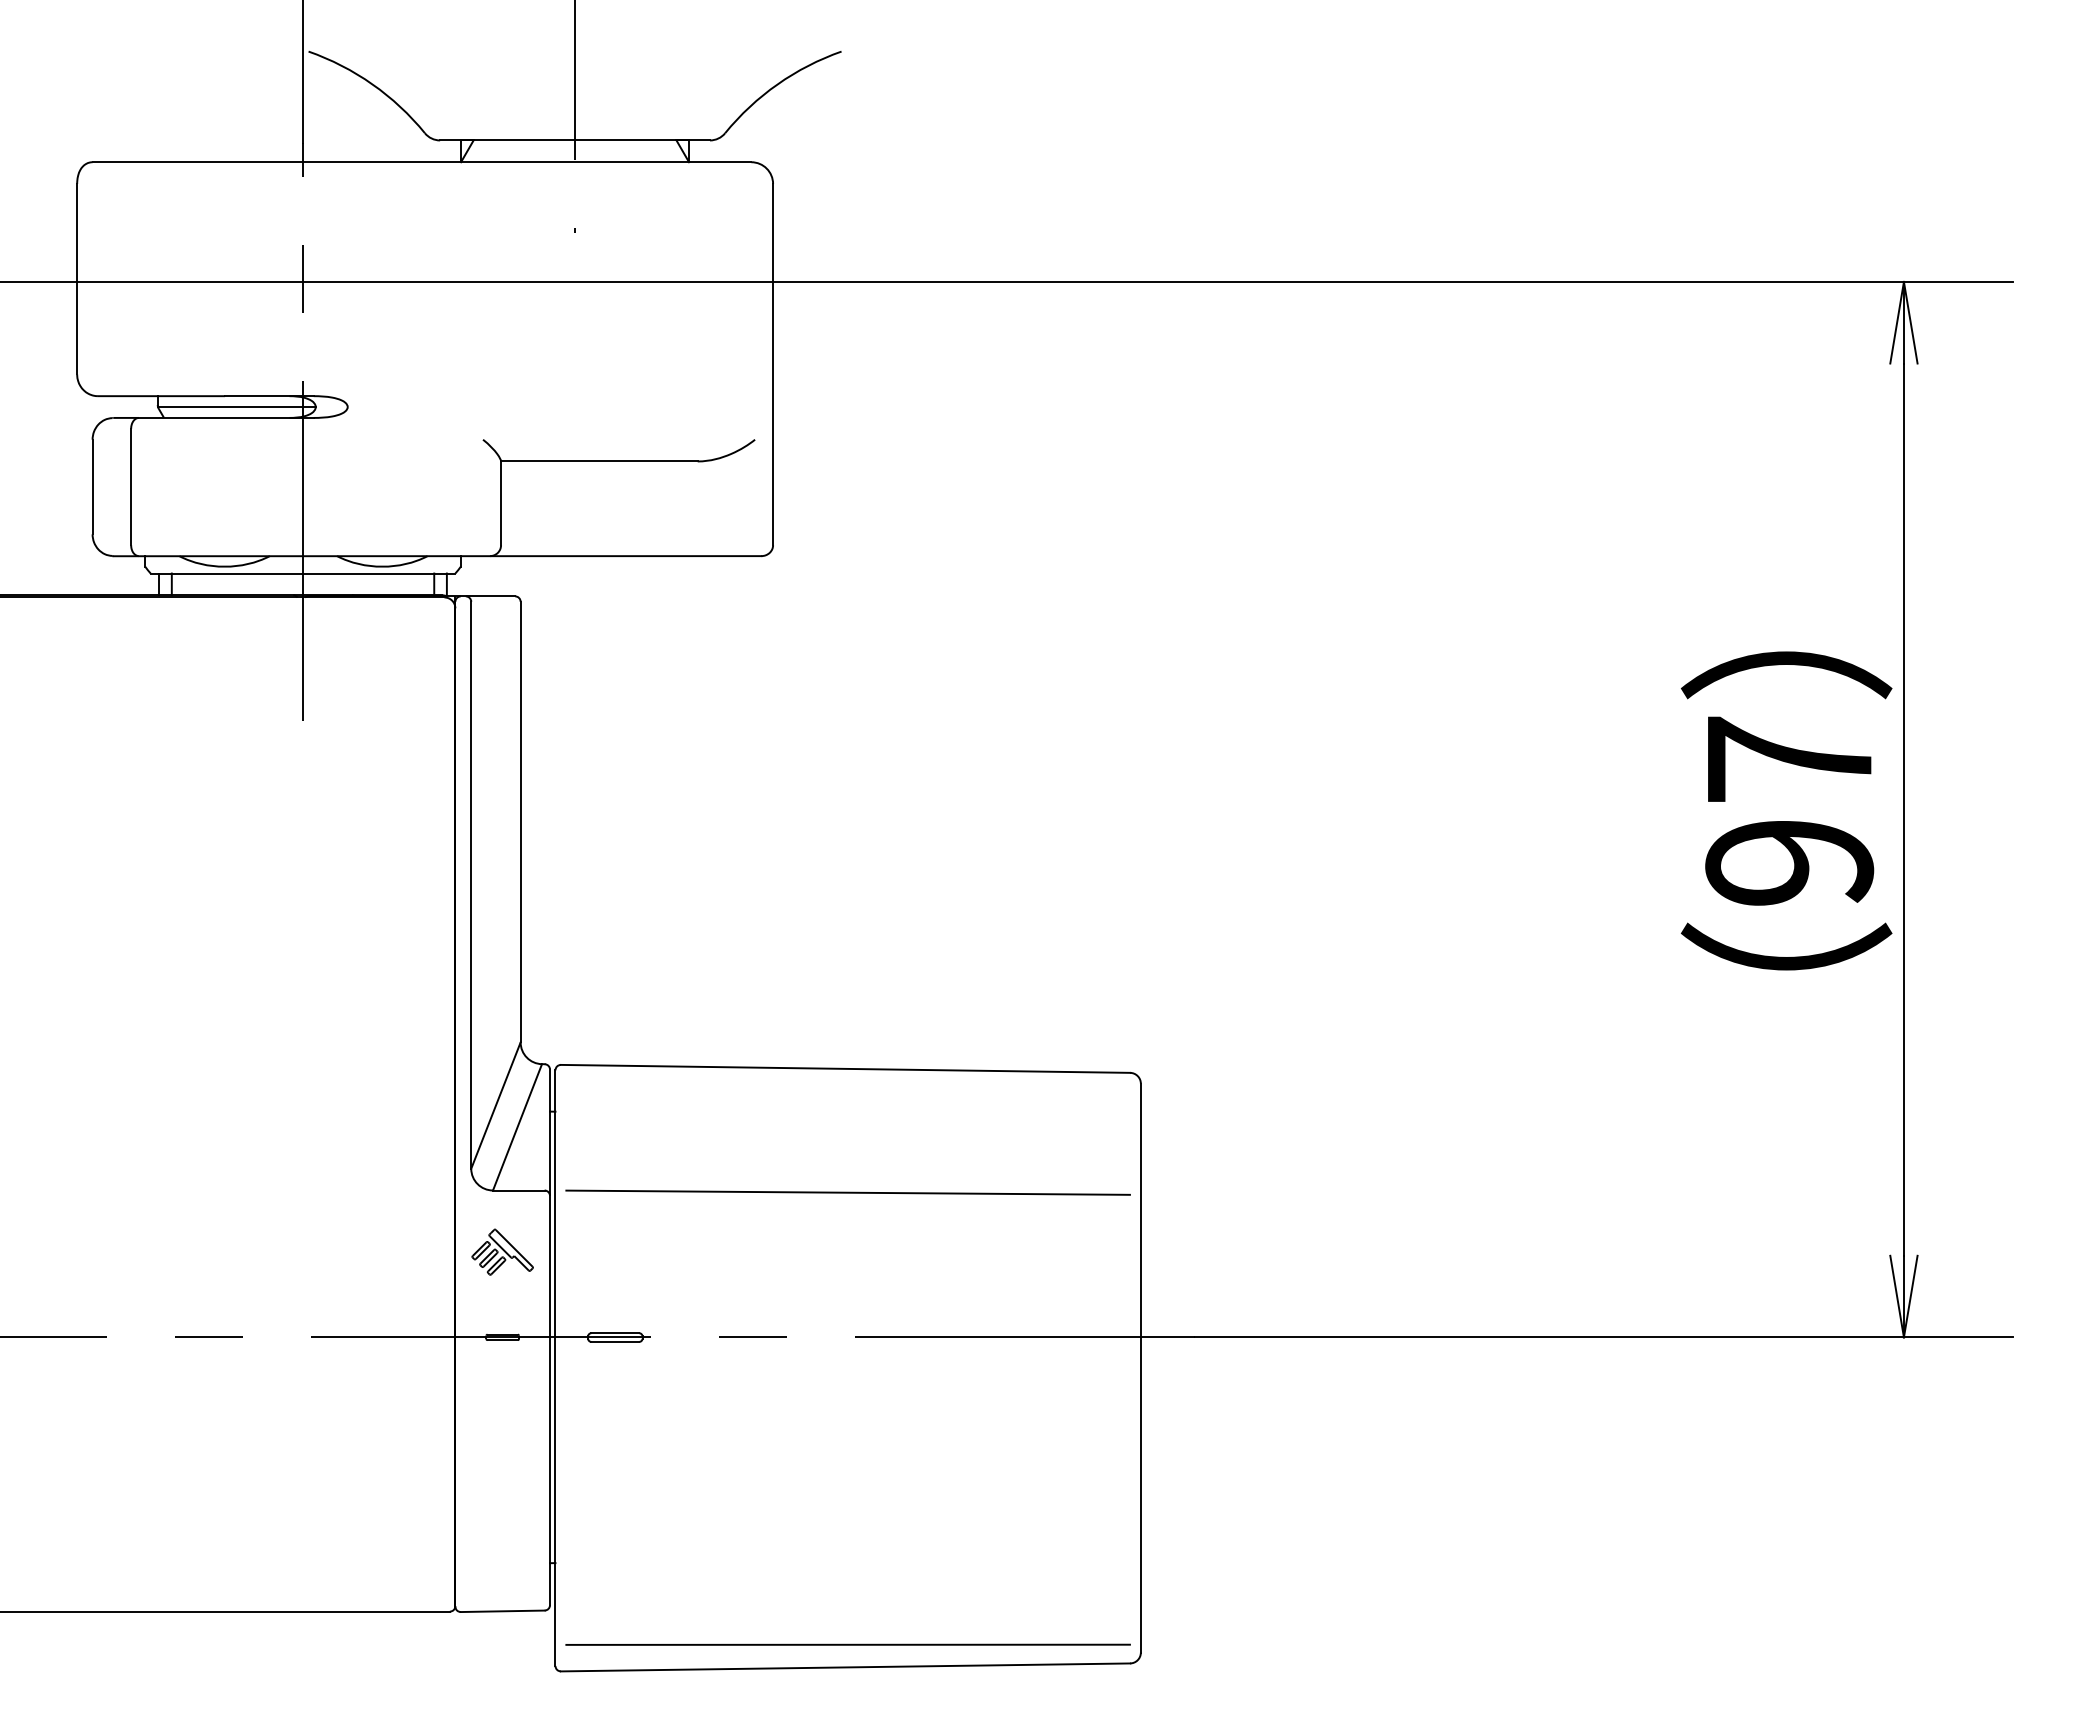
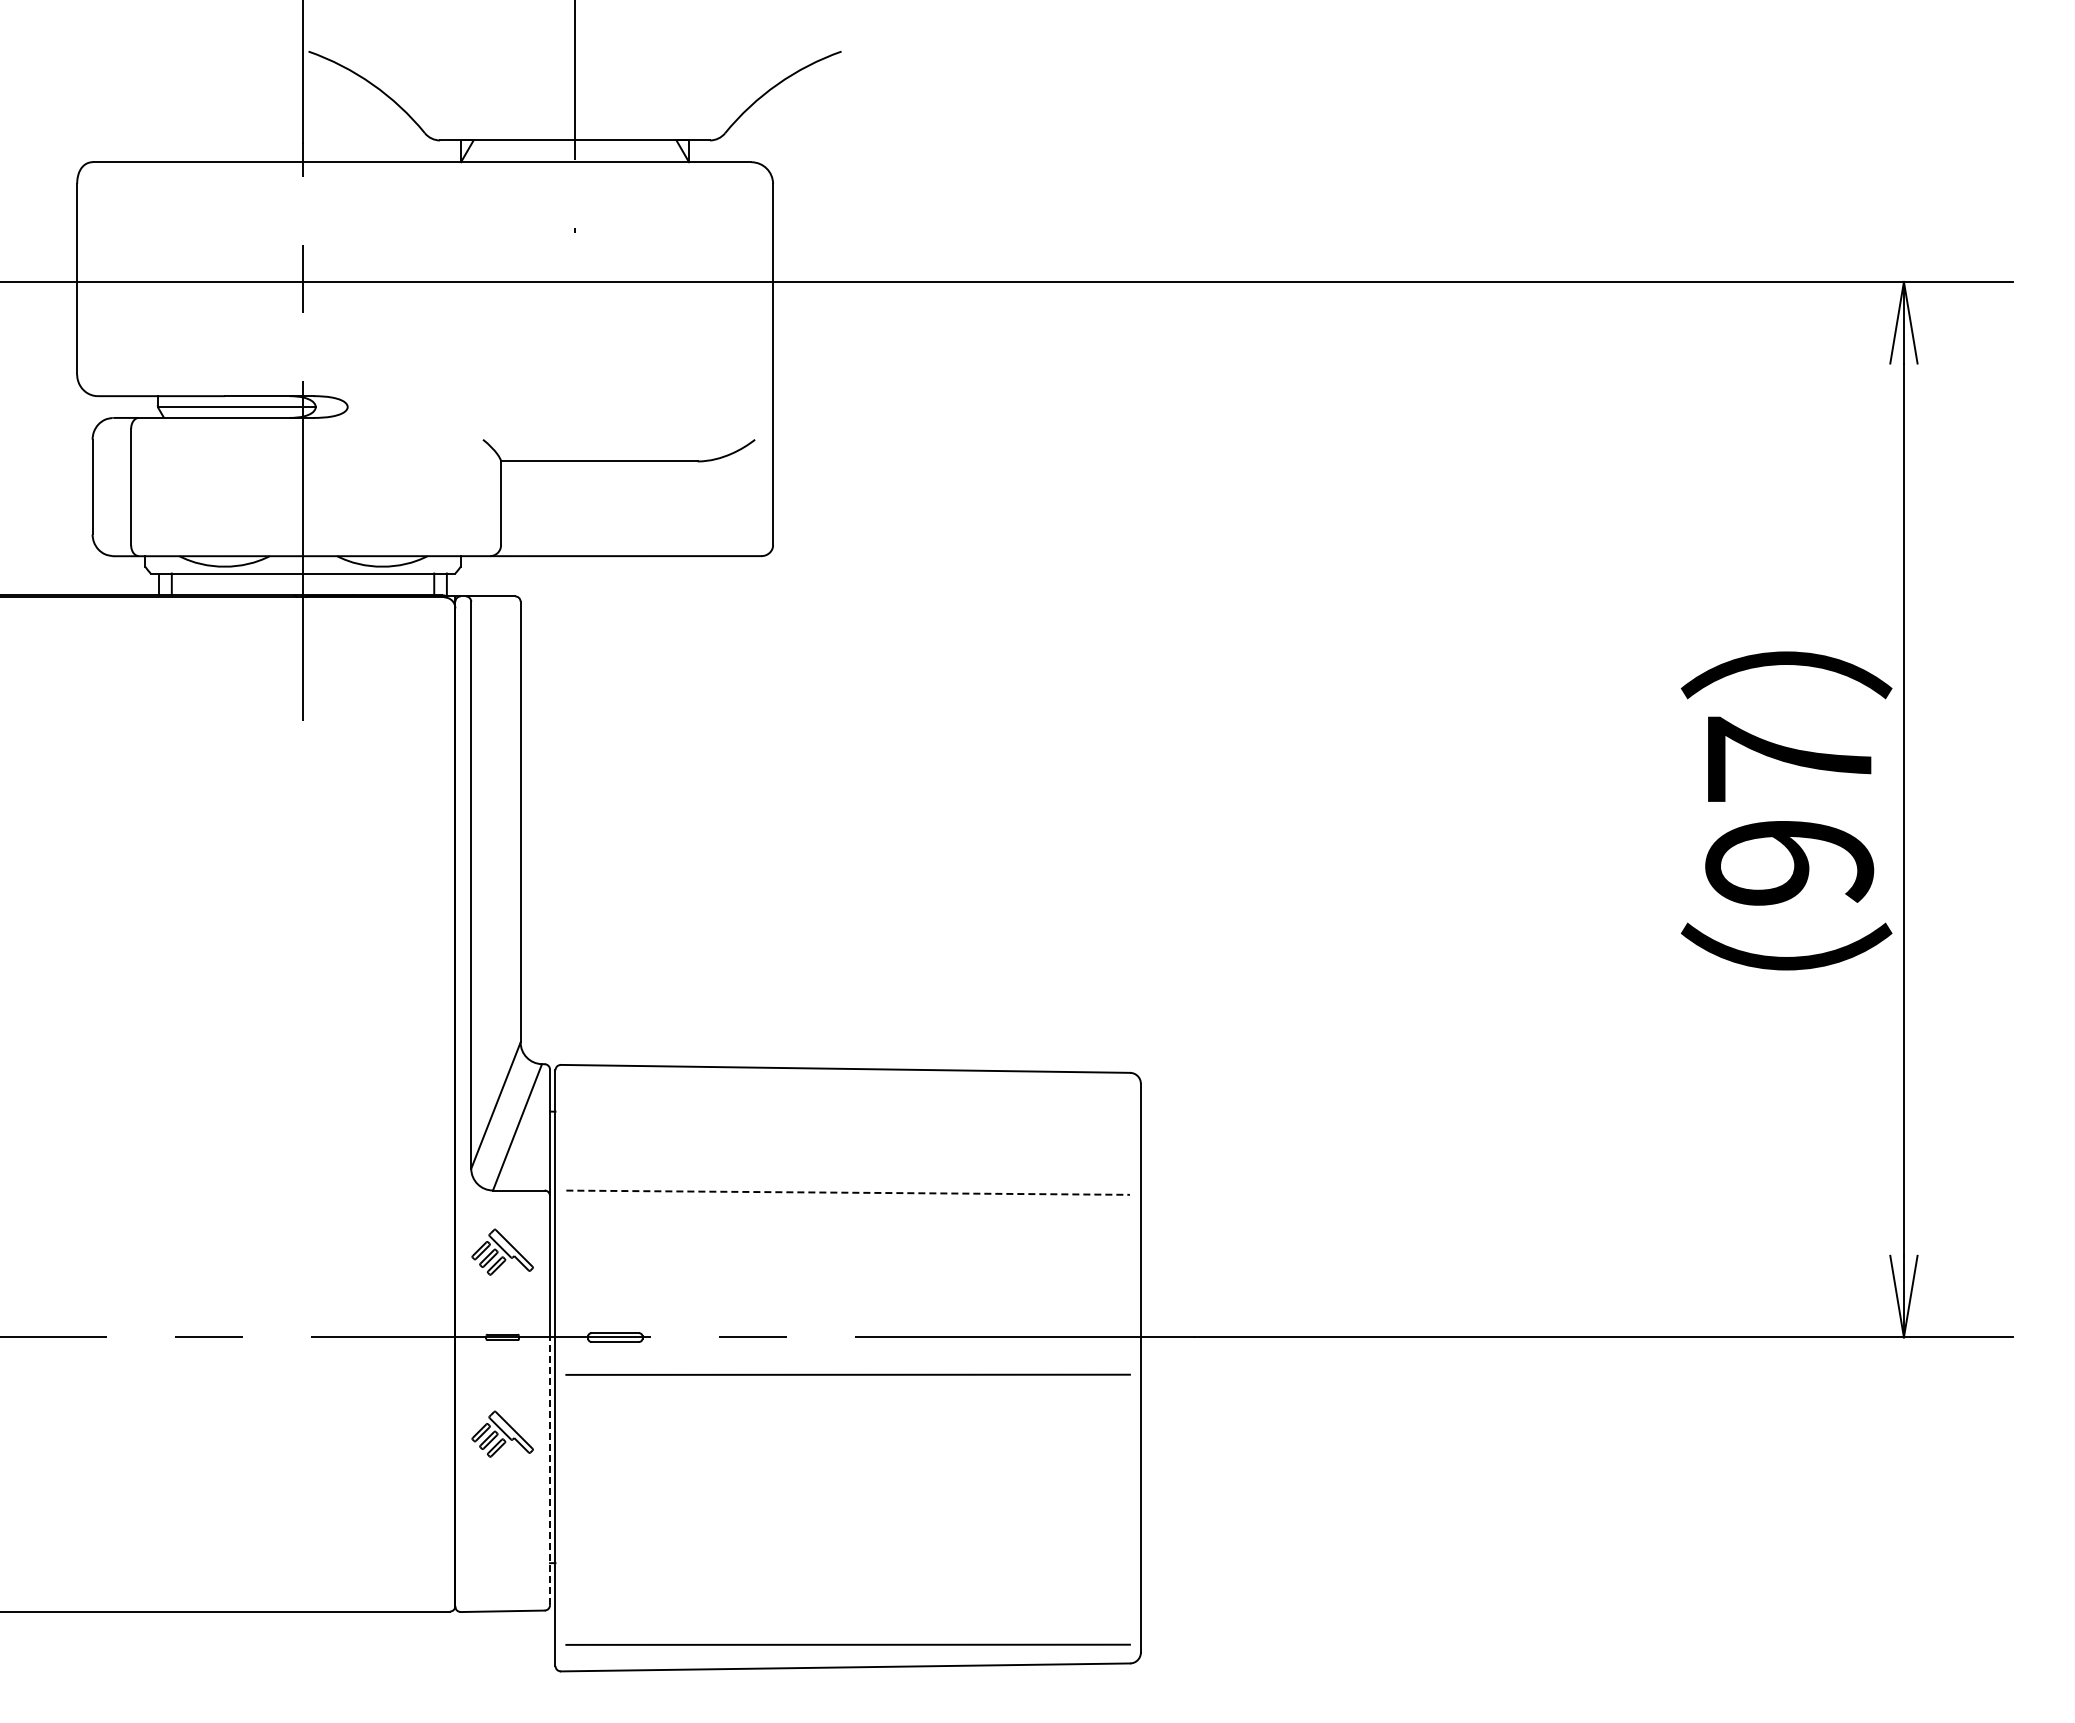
line at (848, 1192): solid -> dashed
line at (847, 1374): none -> present
part at (502, 1433): none -> present
line at (550, 1471): solid -> dashed
